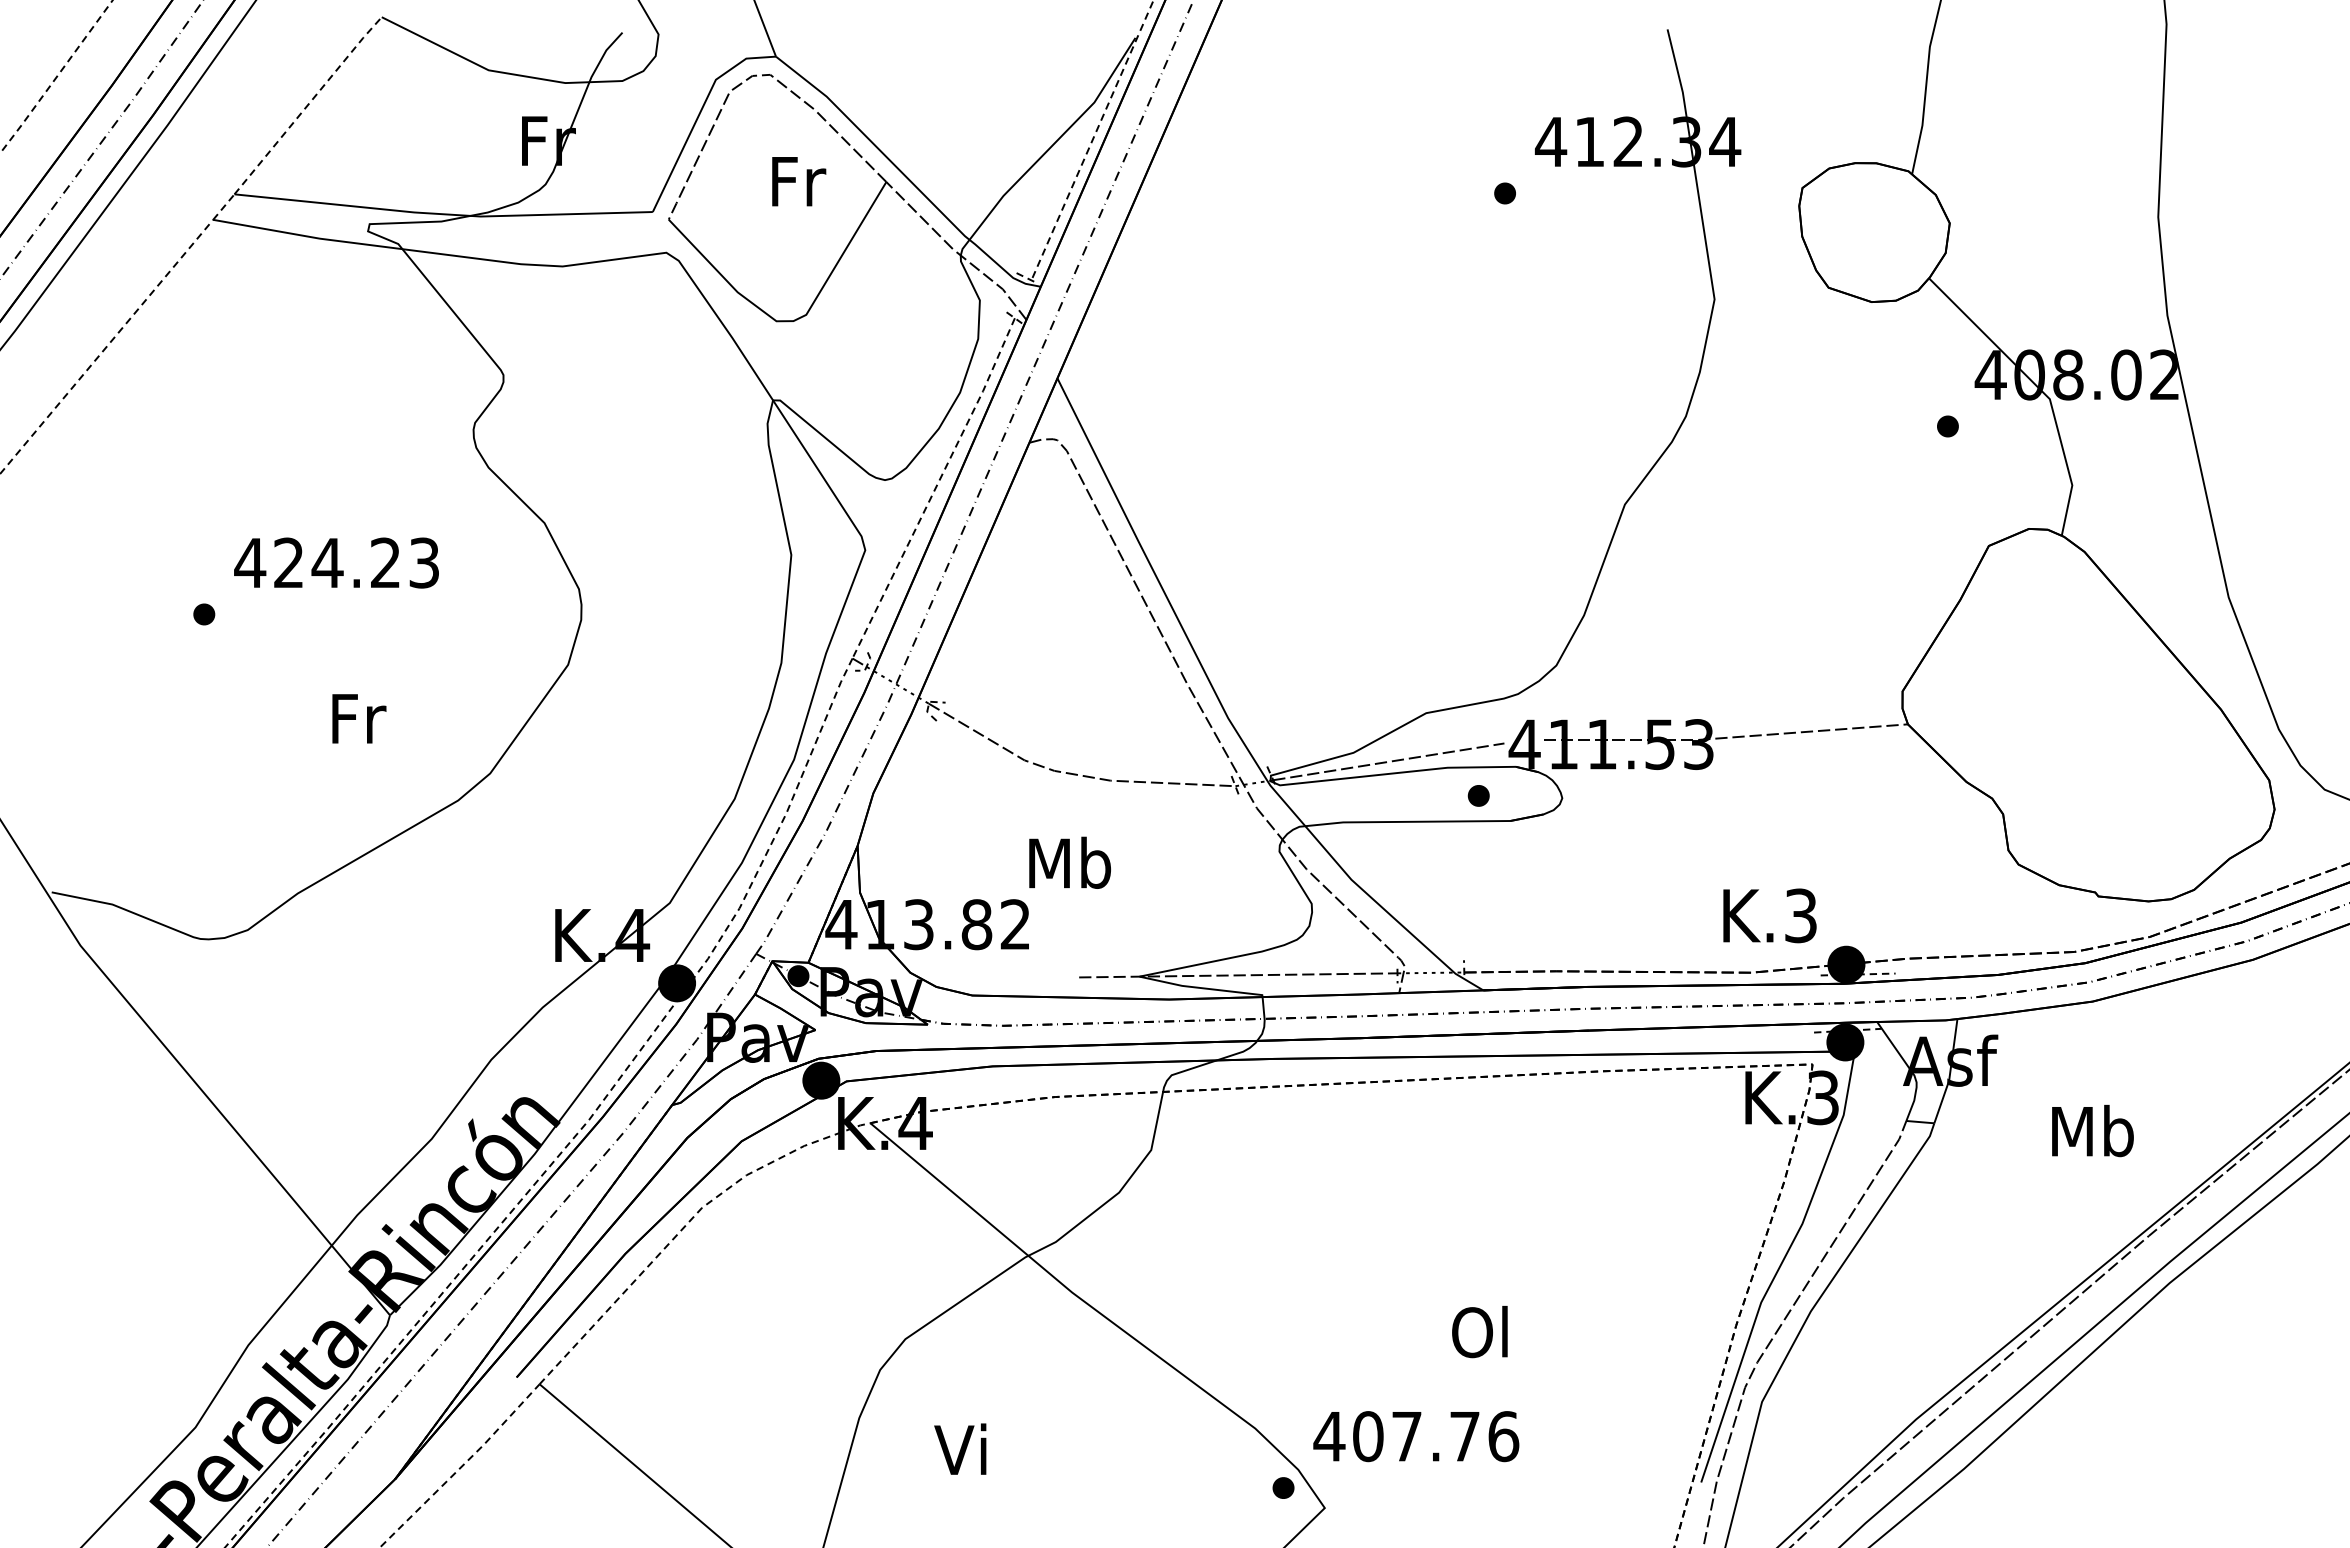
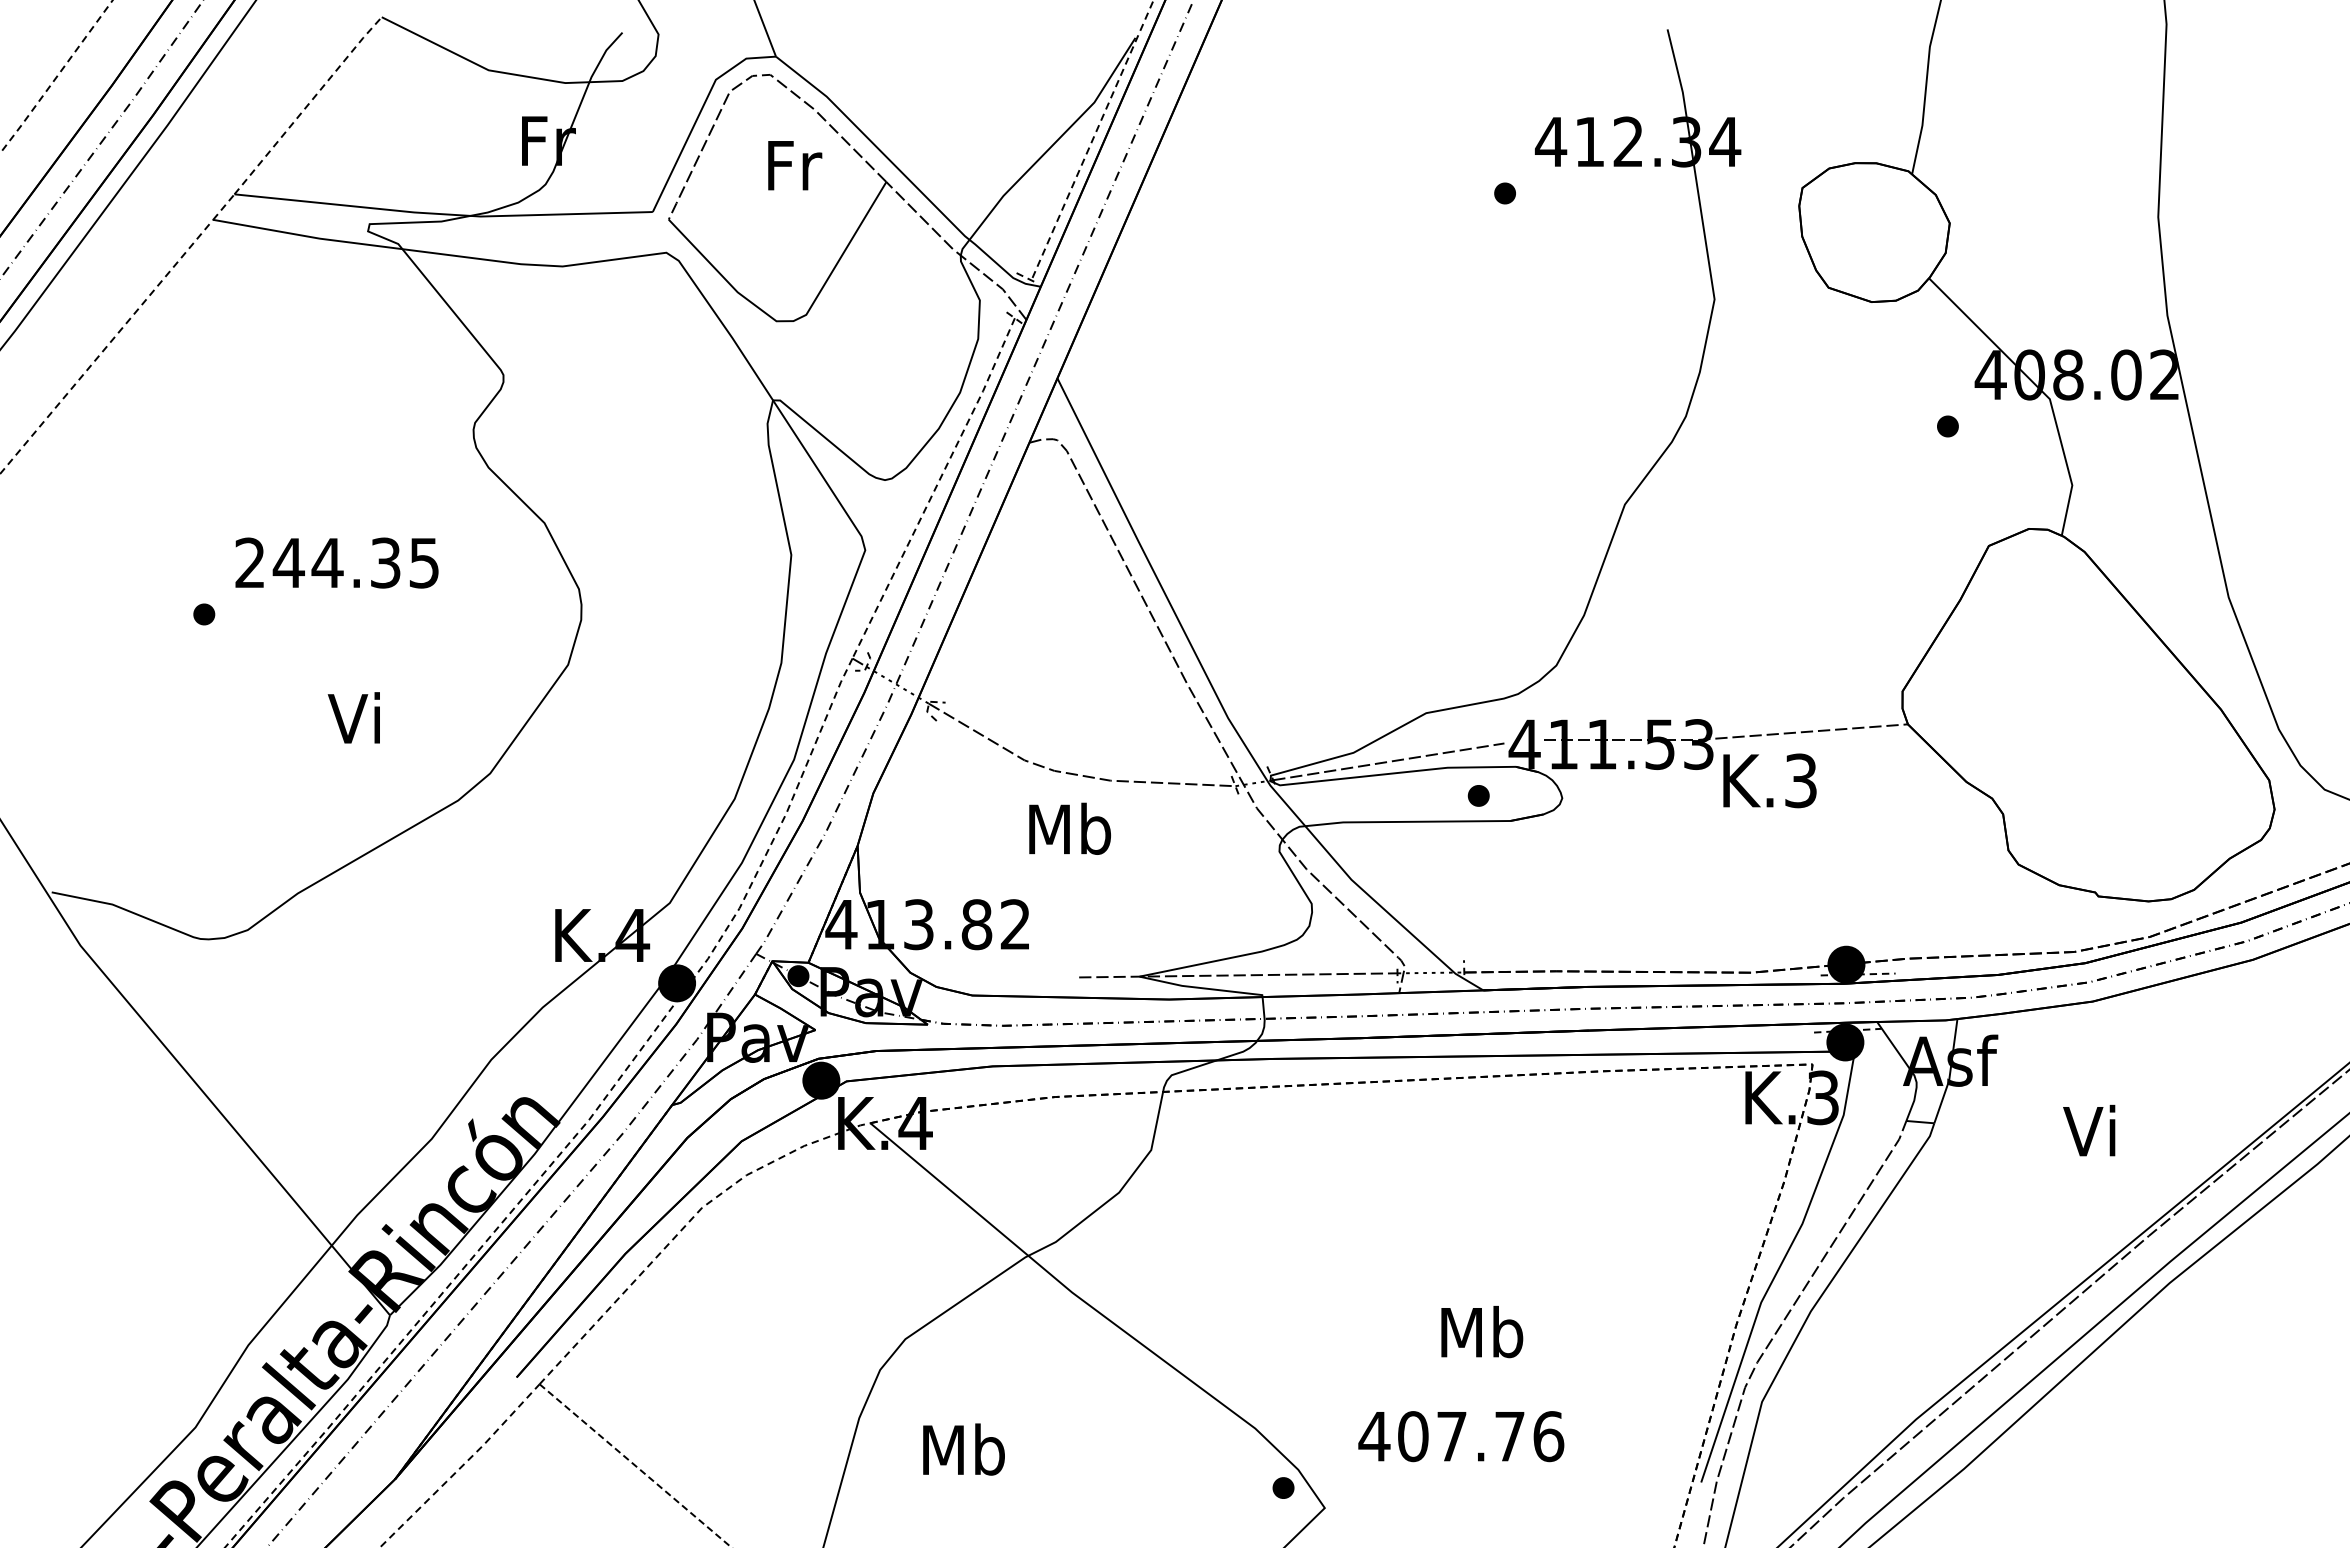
text at (799, 181) position: (799, 181) -> (795, 165)
text at (336, 562): 424.23 -> 244.35
text at (356, 717): Fr -> Vi
text at (1069, 862) position: (1069, 862) -> (1069, 828)
text at (1769, 915) position: (1769, 915) -> (1769, 780)
text at (2092, 1130): Mb -> Vi
text at (1482, 1331): Ol -> Mb
text at (1416, 1436) position: (1416, 1436) -> (1461, 1436)
text at (963, 1449): Vi -> Mb
line at (635, 1465): solid -> dashed
